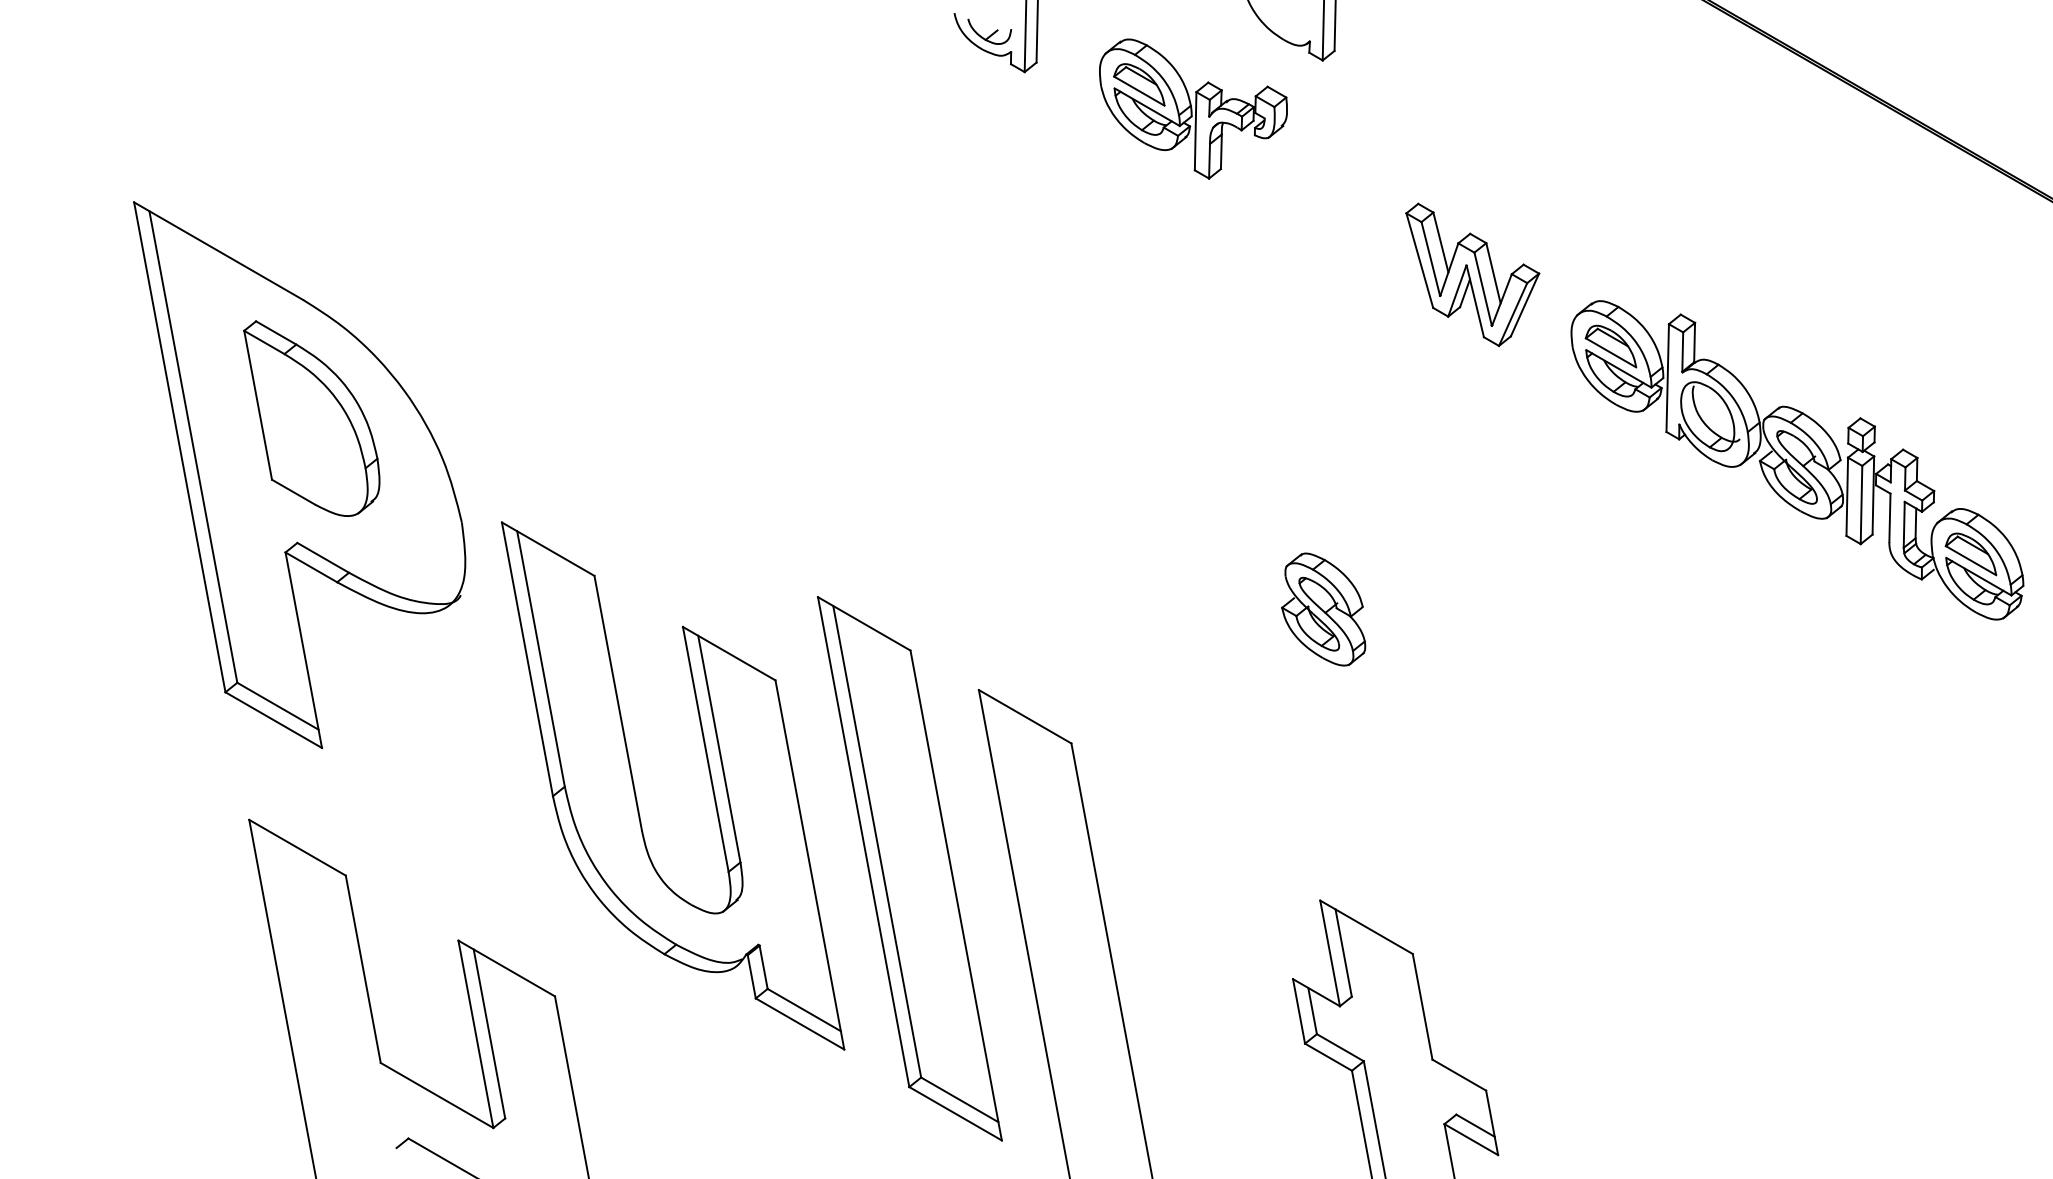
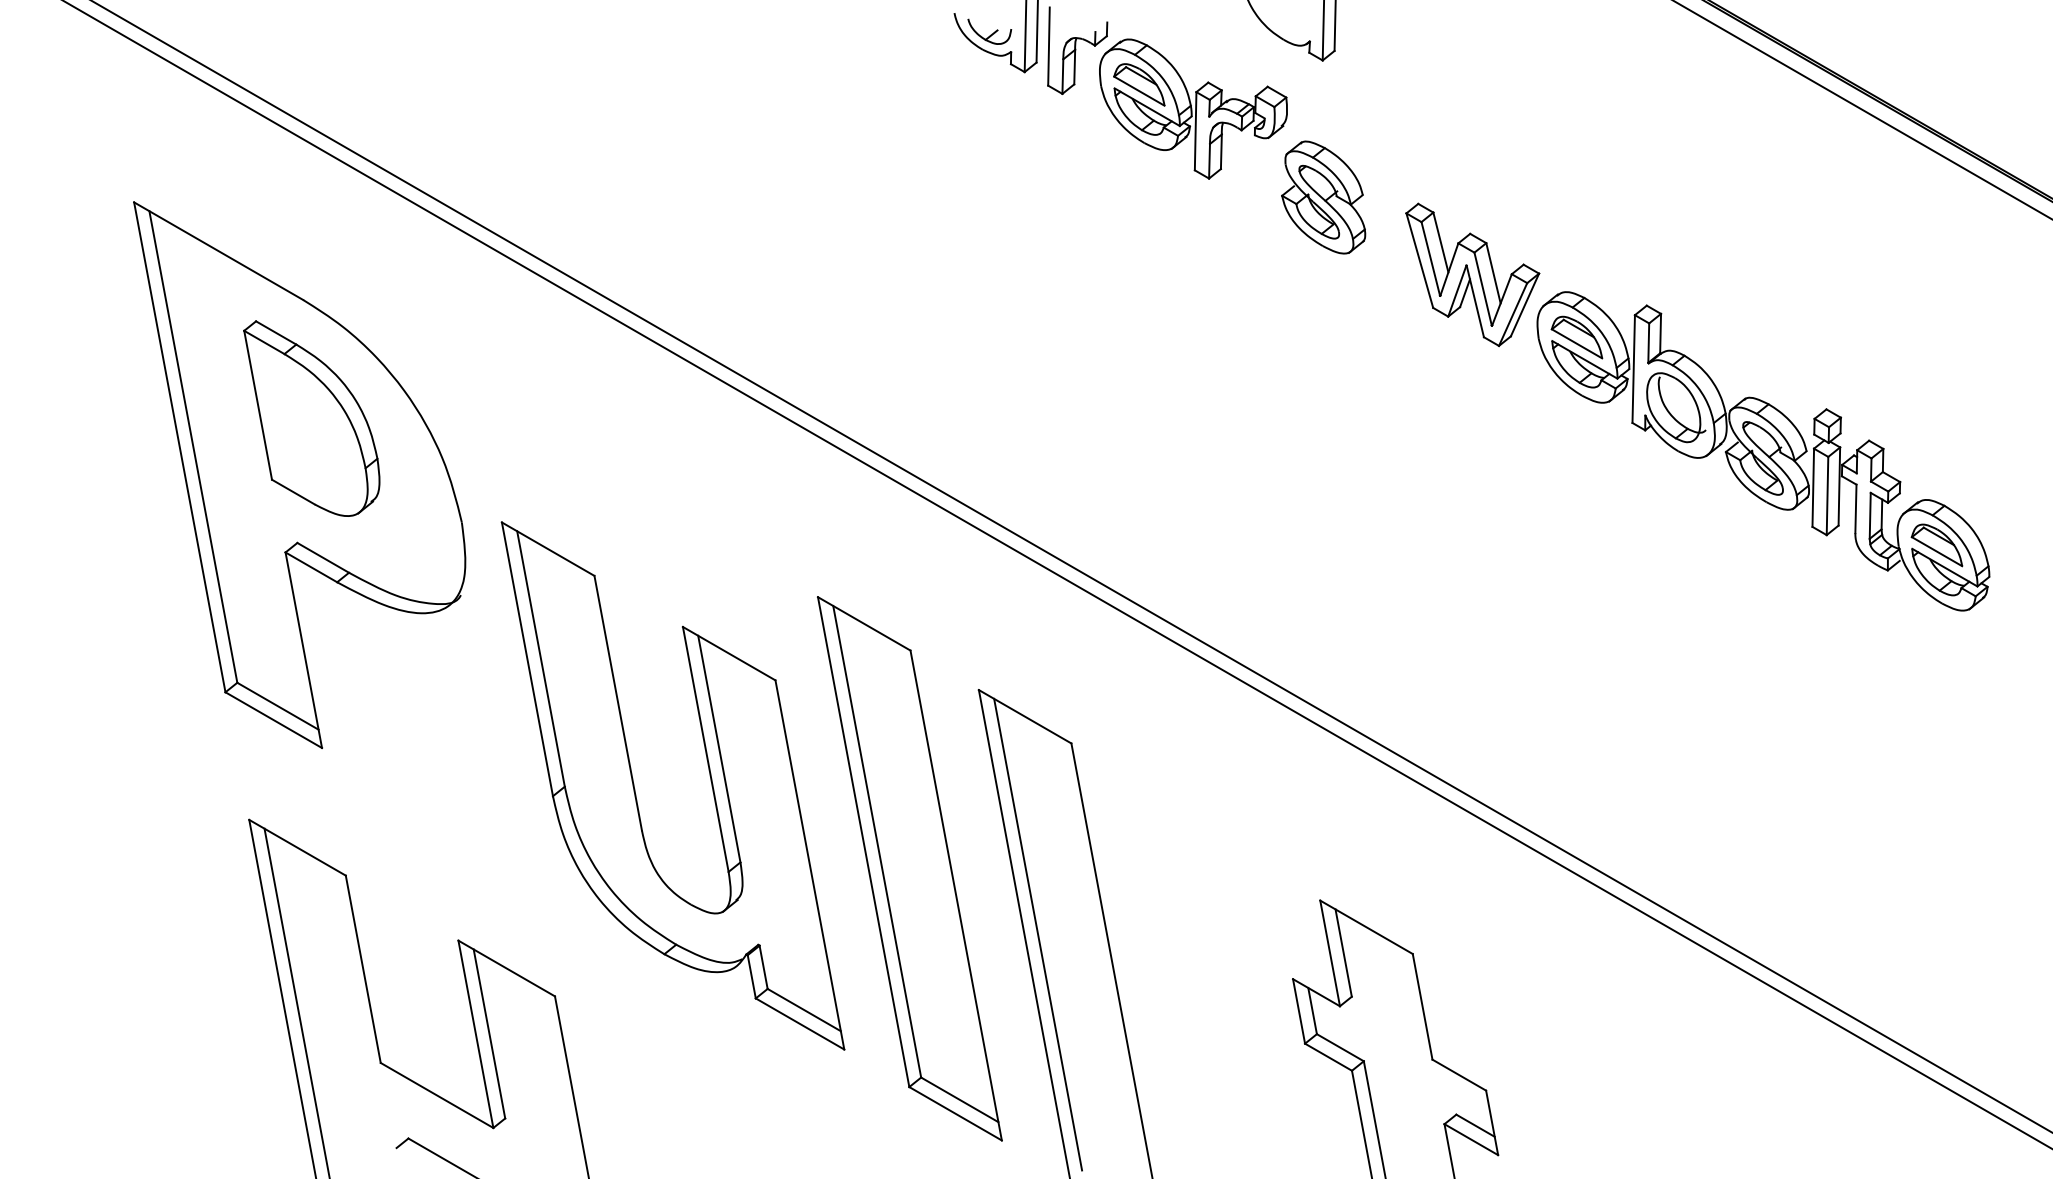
part at (1077, 50): none -> present
line at (1862, 109): none -> present
part at (1797, 460) position: (1797, 460) -> (1763, 451)
line at (1071, 566): none -> present
line at (1057, 574): none -> present
part at (1323, 609) position: (1323, 609) -> (1323, 197)
line at (1038, 934): none -> present
line at (296, 1001): none -> present
